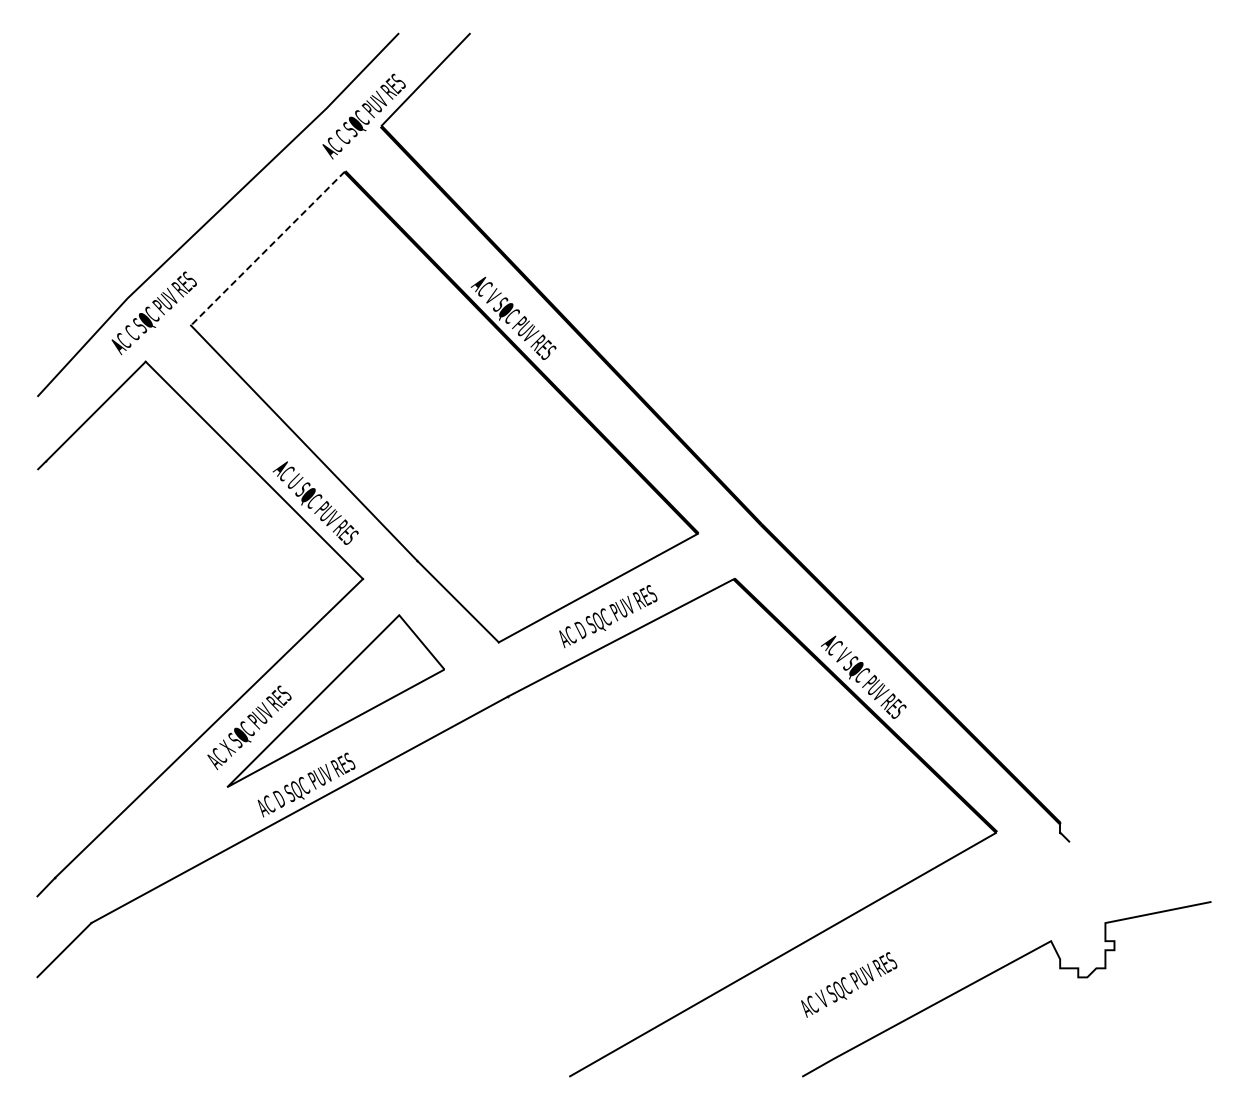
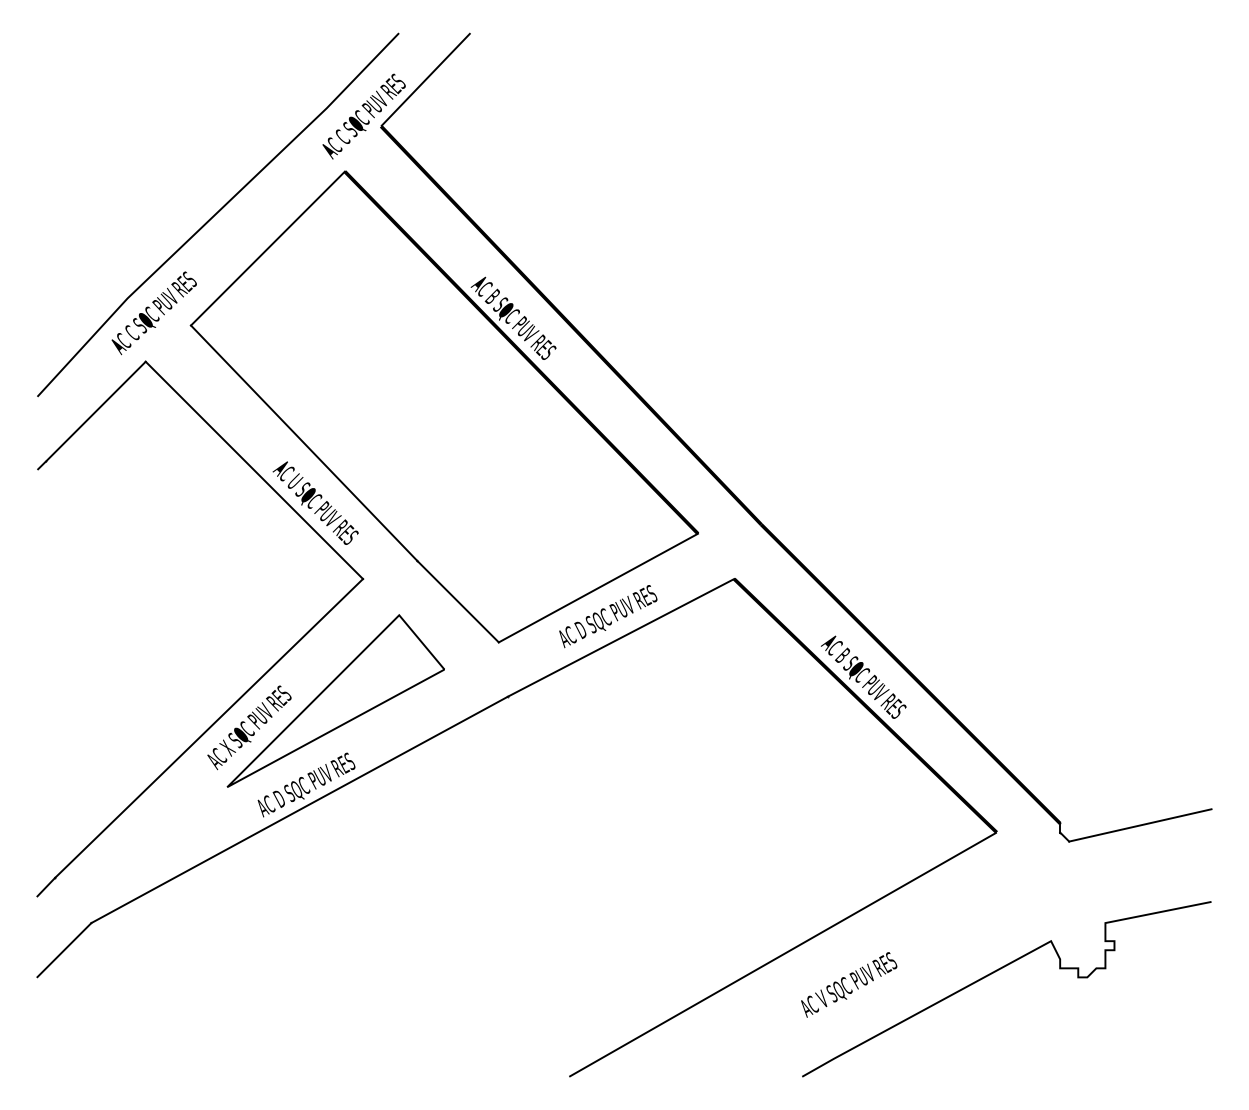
line at (267, 248): dashed -> solid
text at (492, 295): AC V SQC PUV RES -> AC B SQC PUV RES
text at (843, 654): AC V SQC PUV RES -> AC B SQC PUV RES
line at (1140, 825): none -> present
